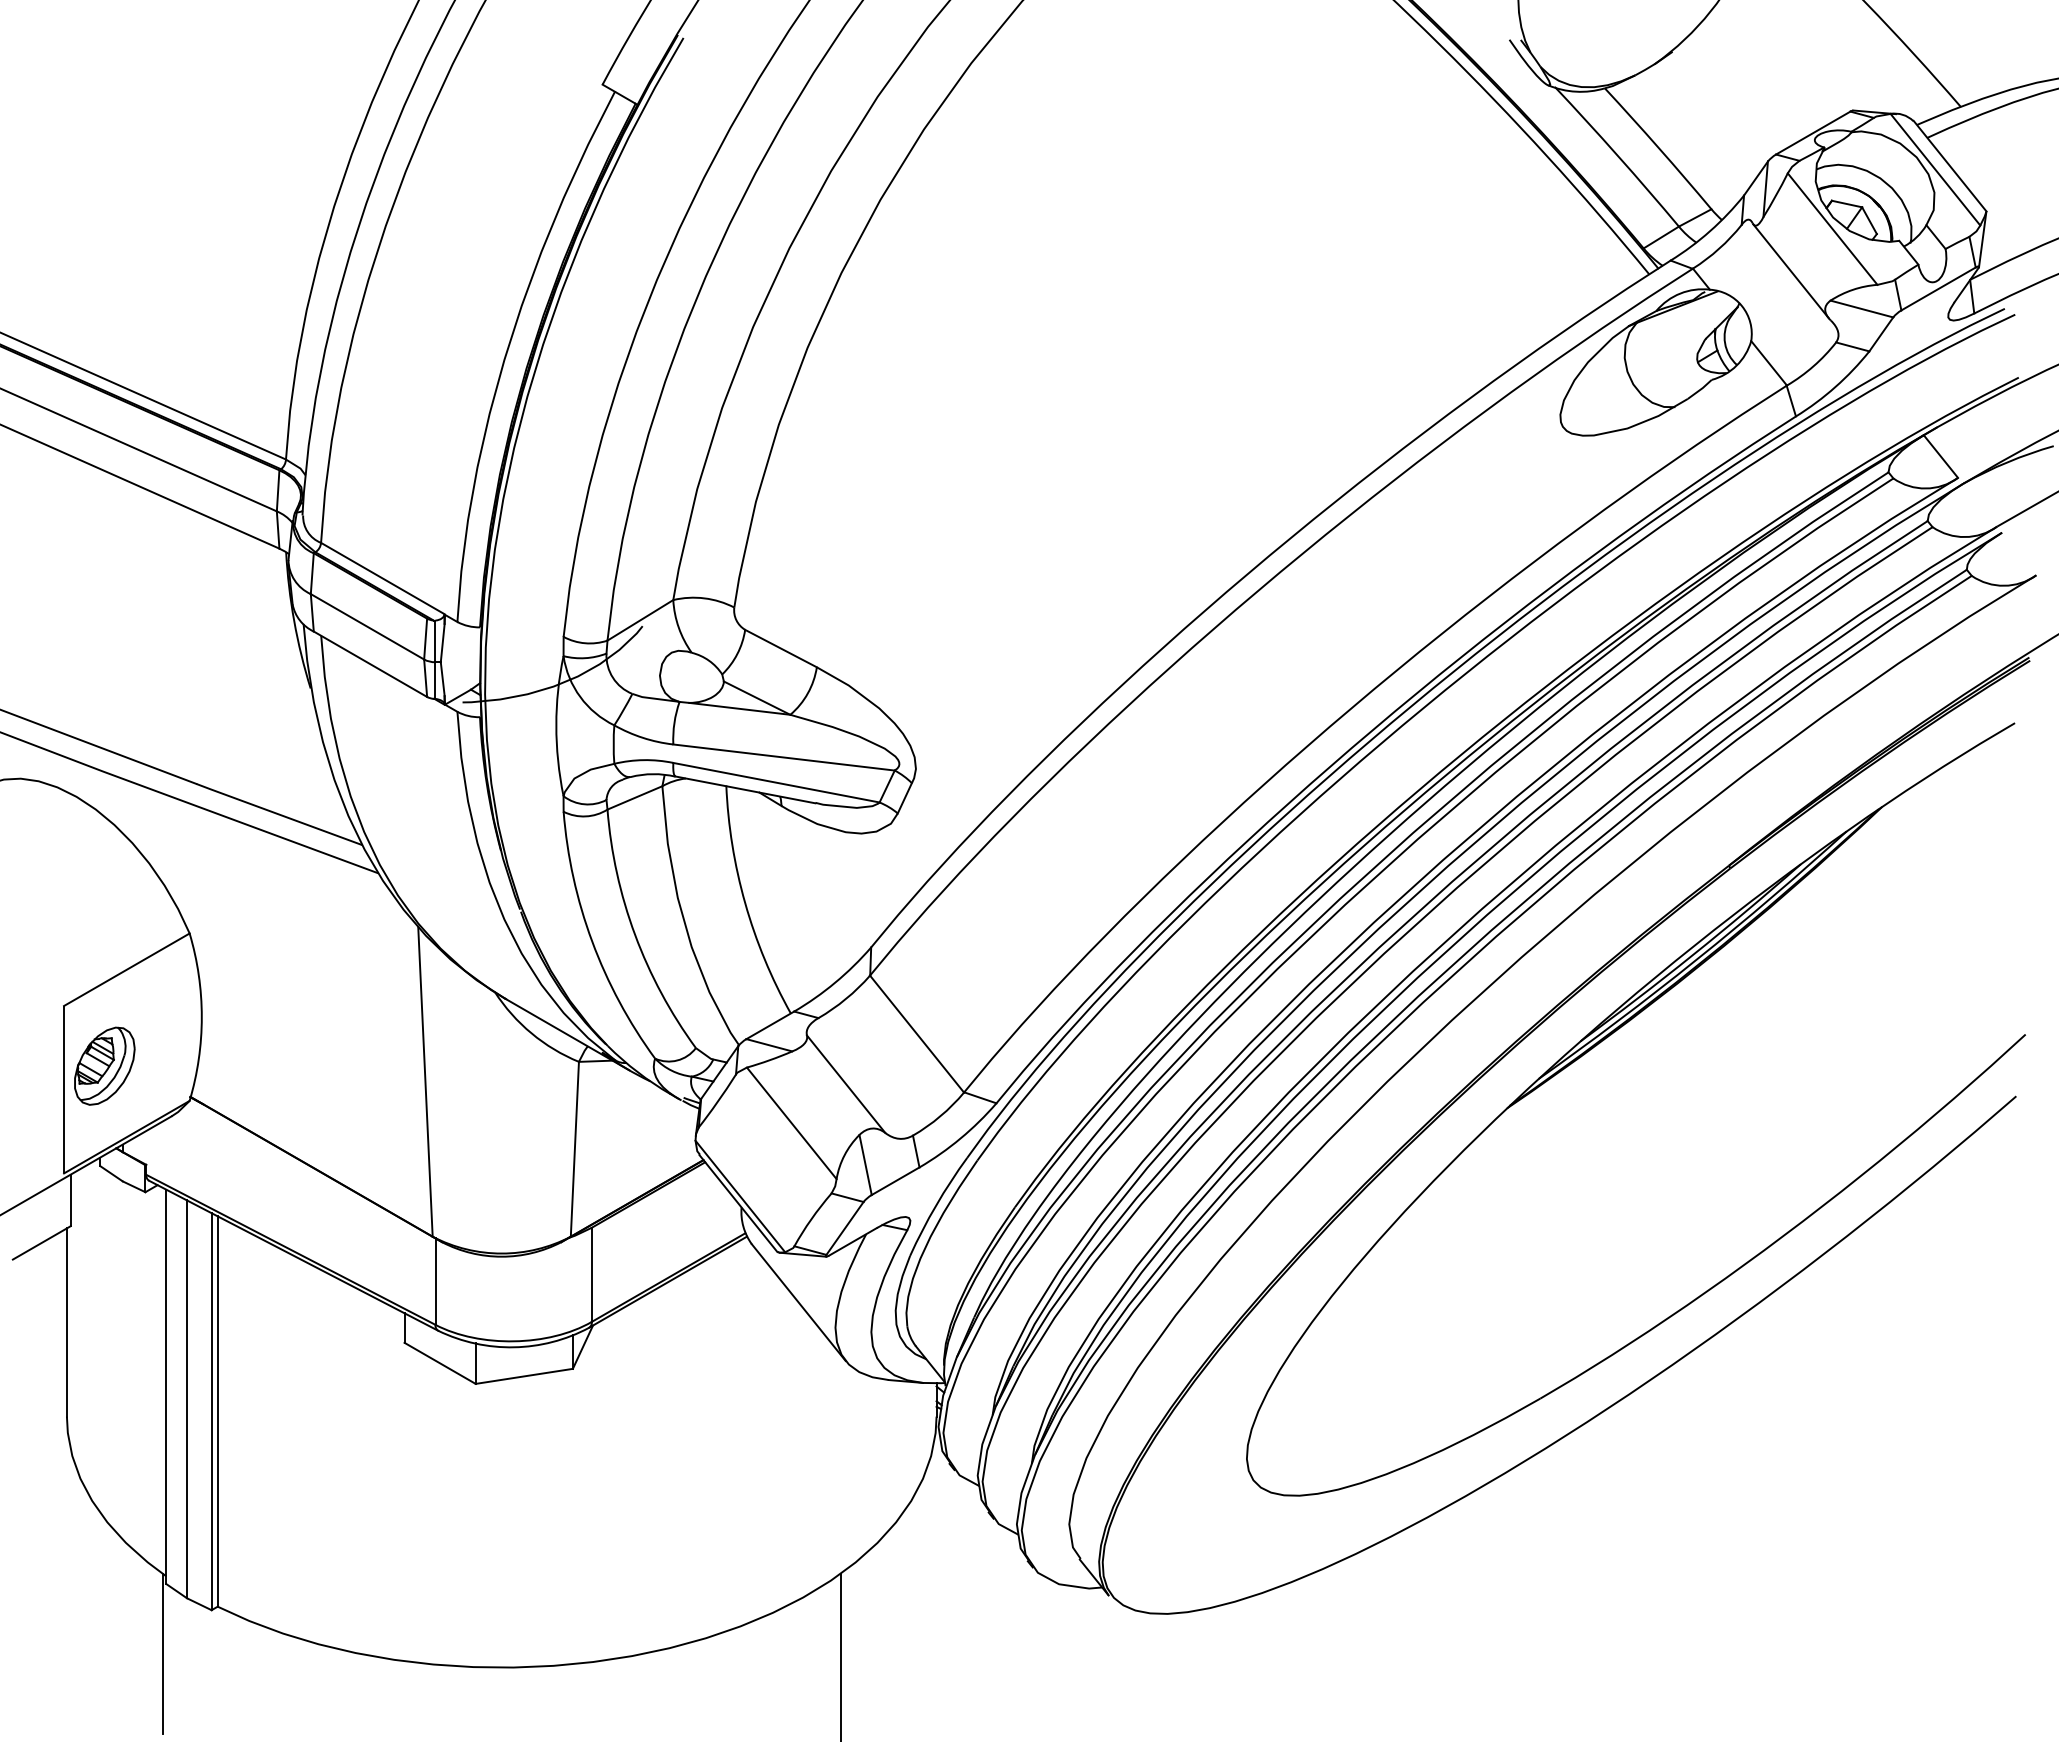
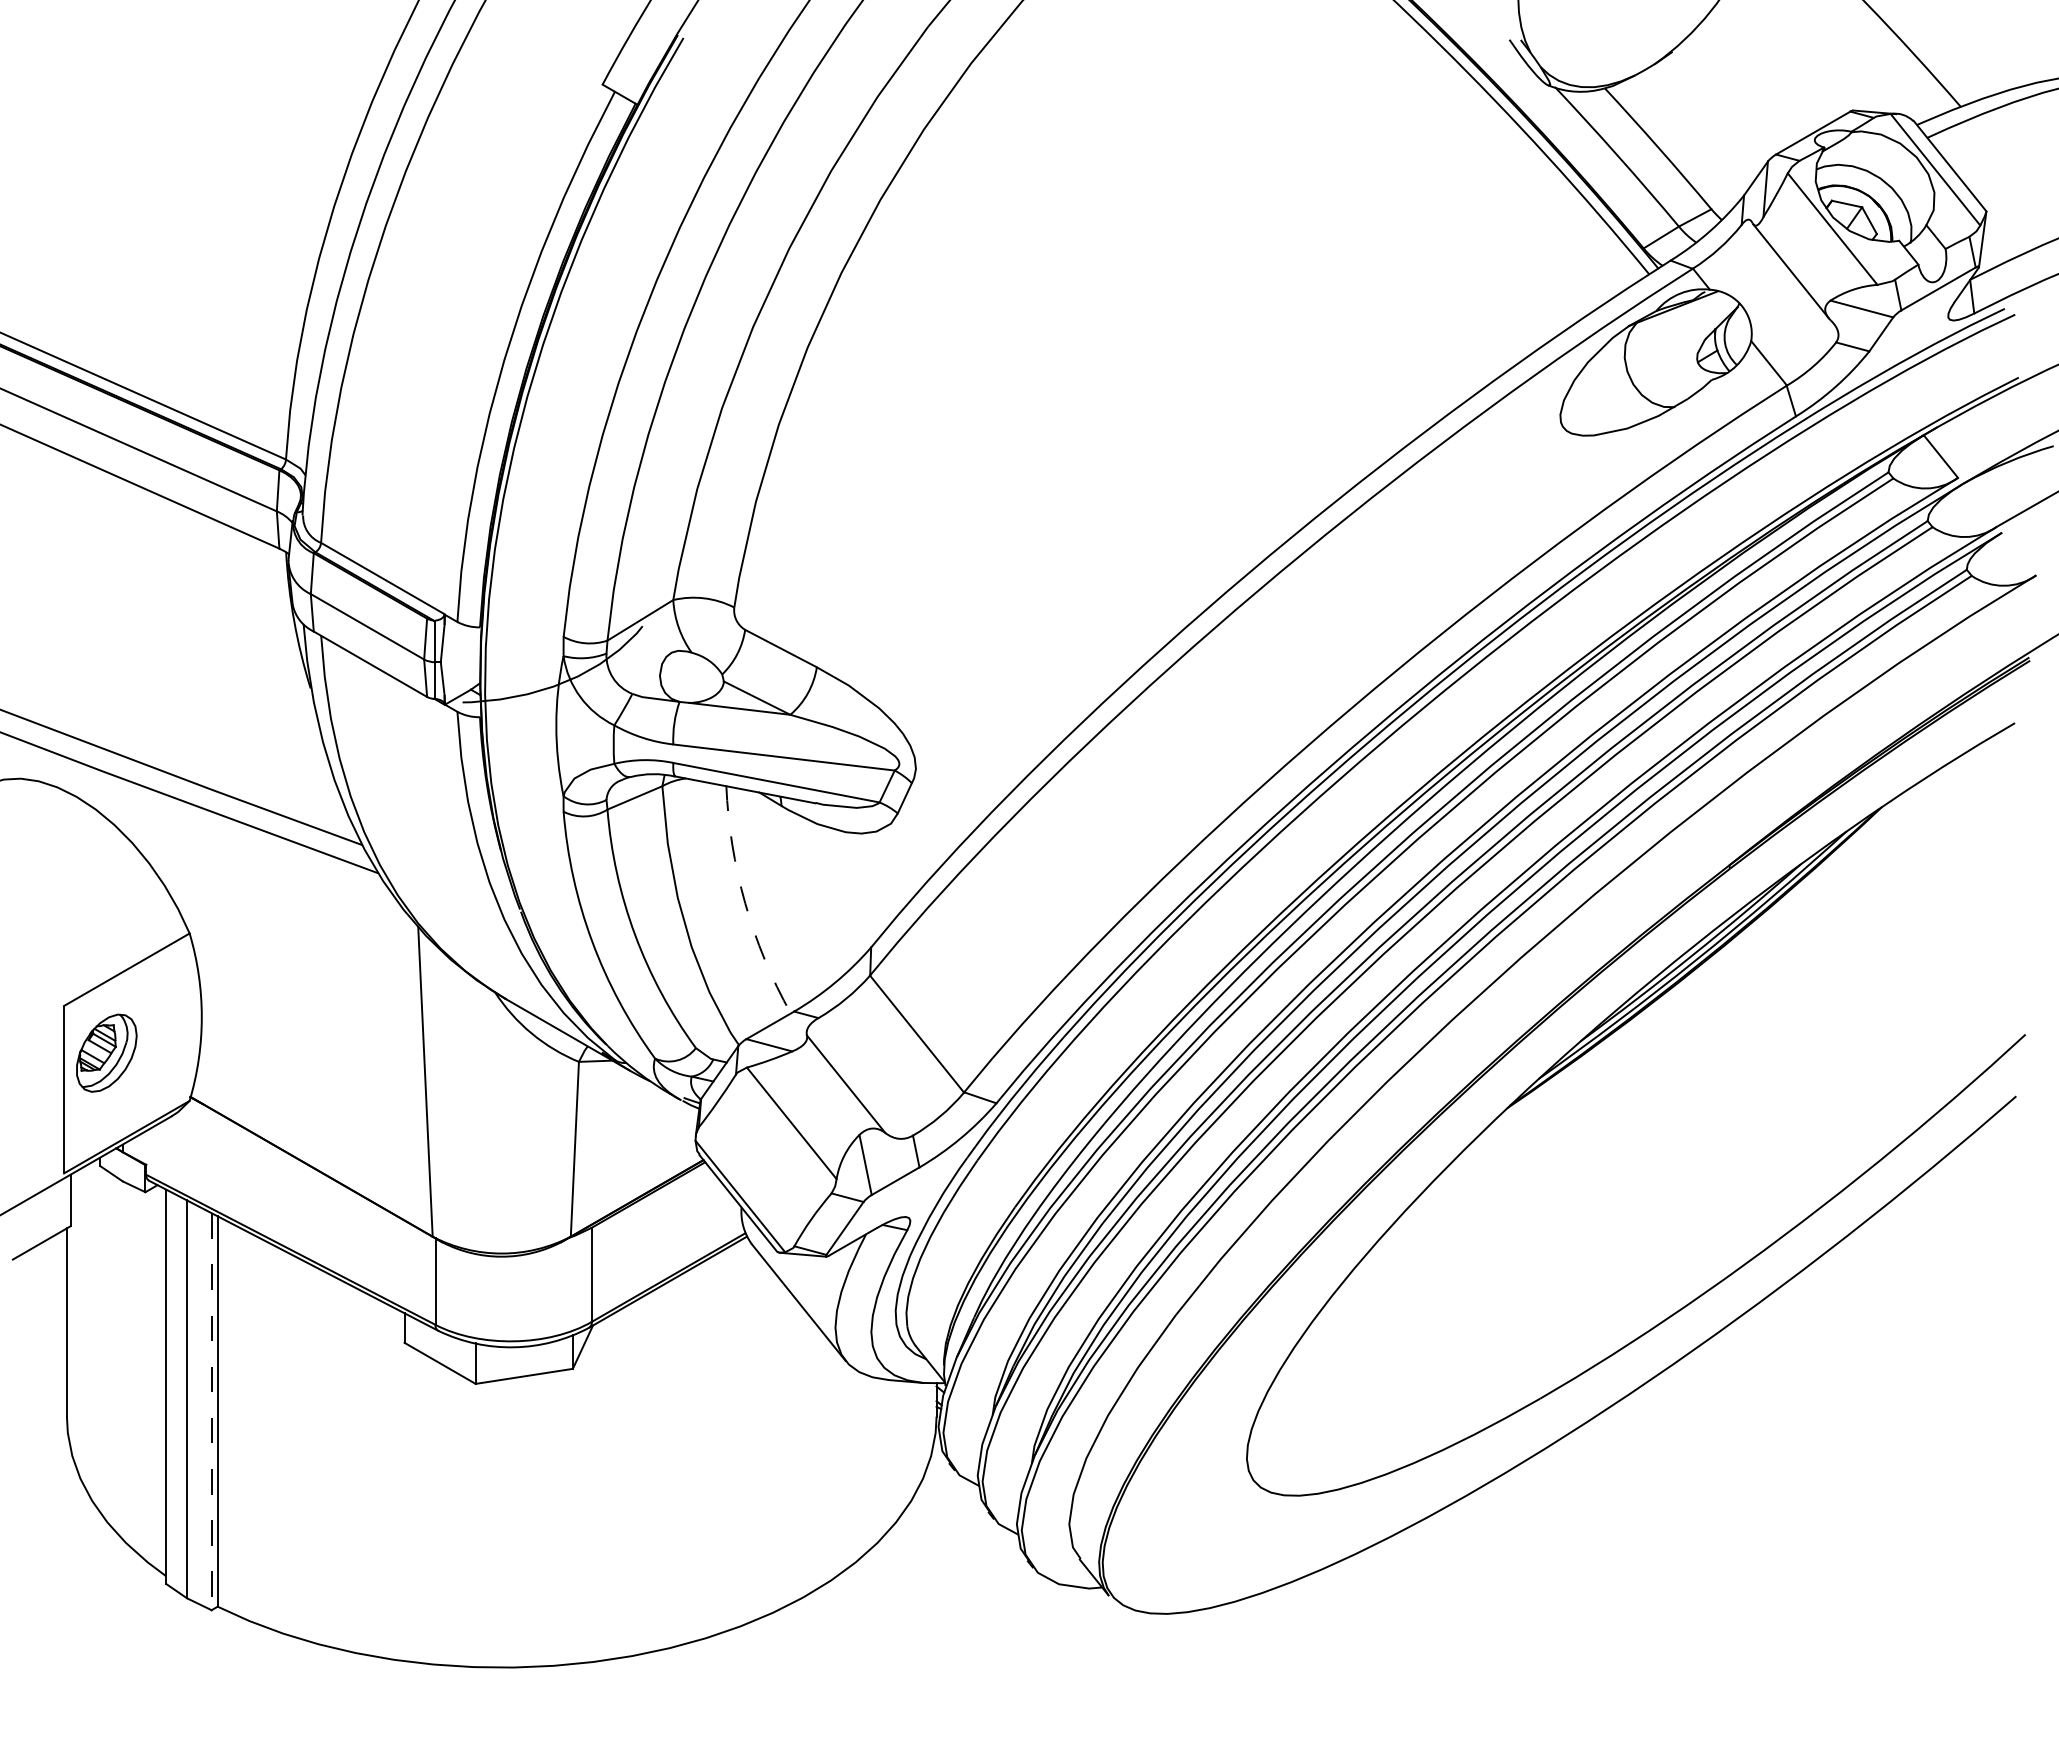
arc at (745, 903): solid -> dashed
part at (104, 1065) position: (104, 1065) -> (106, 1052)
line at (211, 1412): solid -> dashed
line at (162, 1653): present -> none
line at (840, 1655): present -> none
